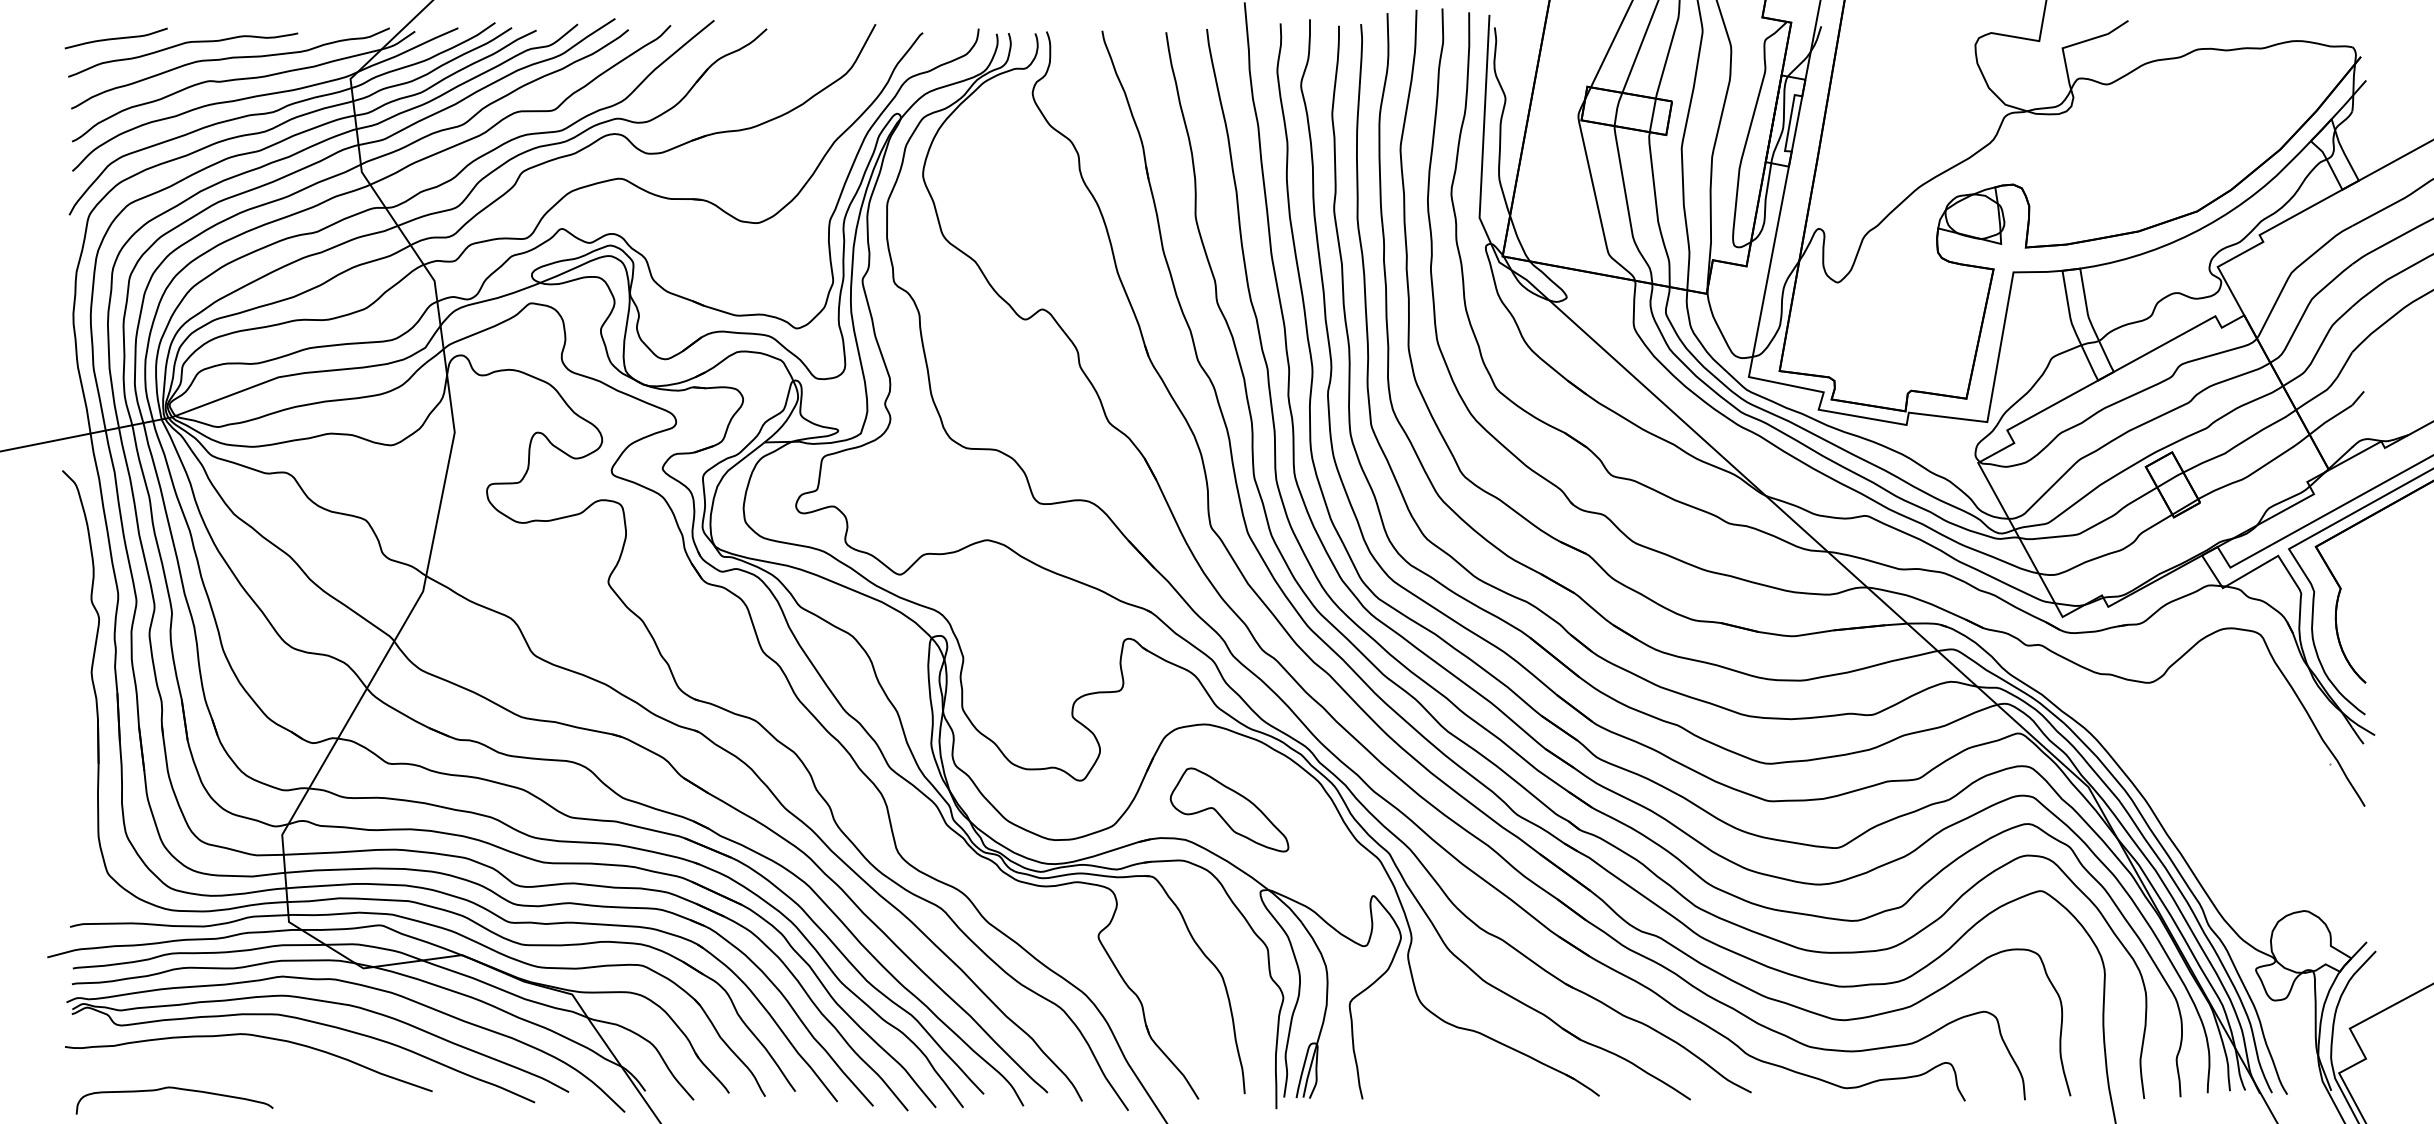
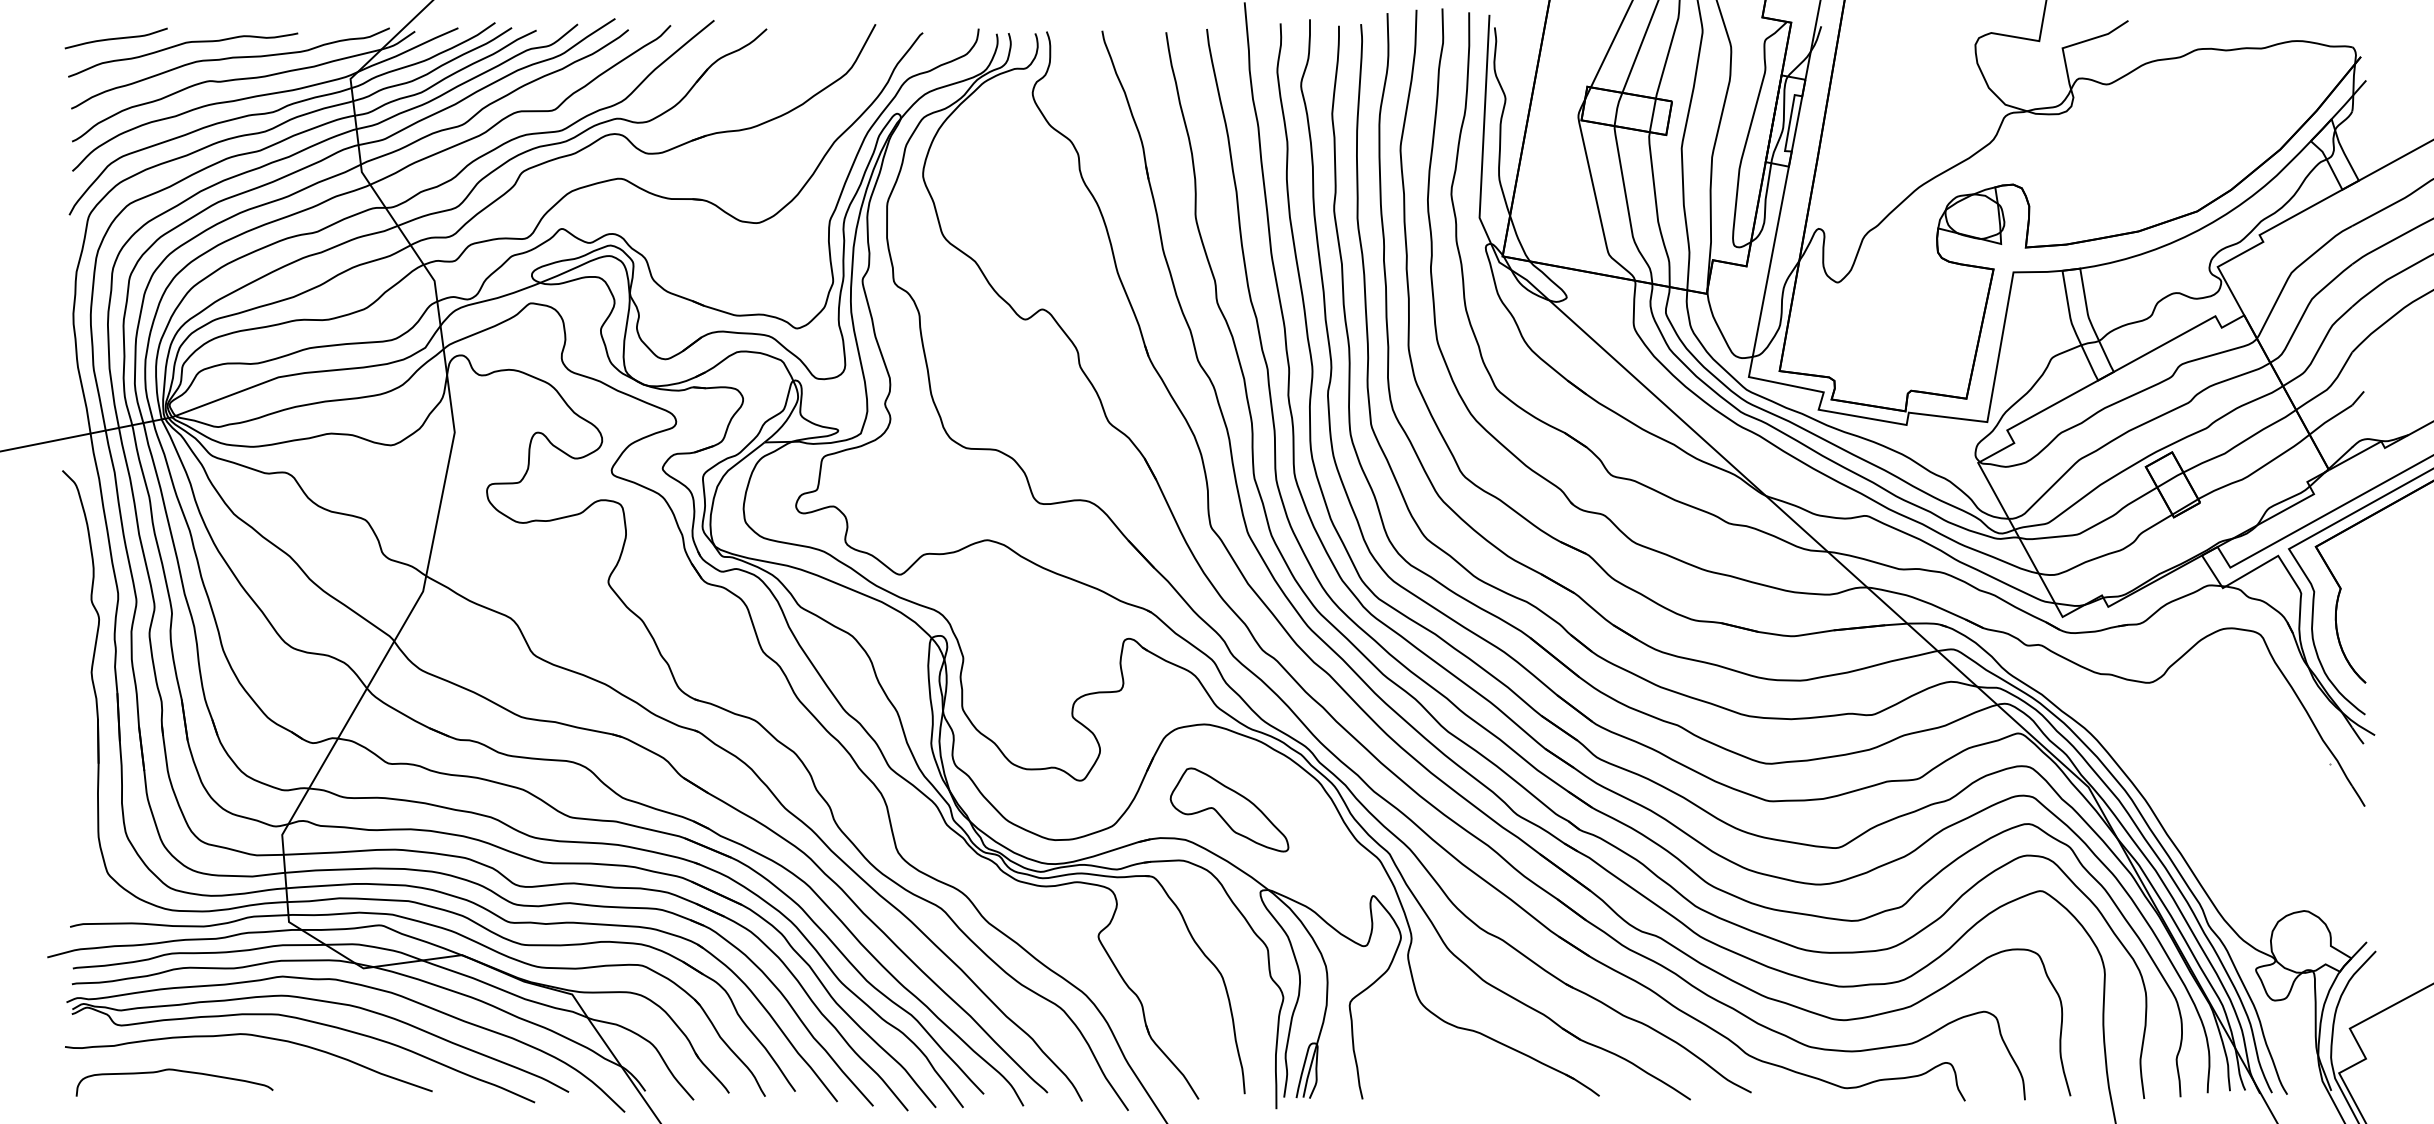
curve at (176, 1089) position: (176, 1089) -> (176, 1071)
